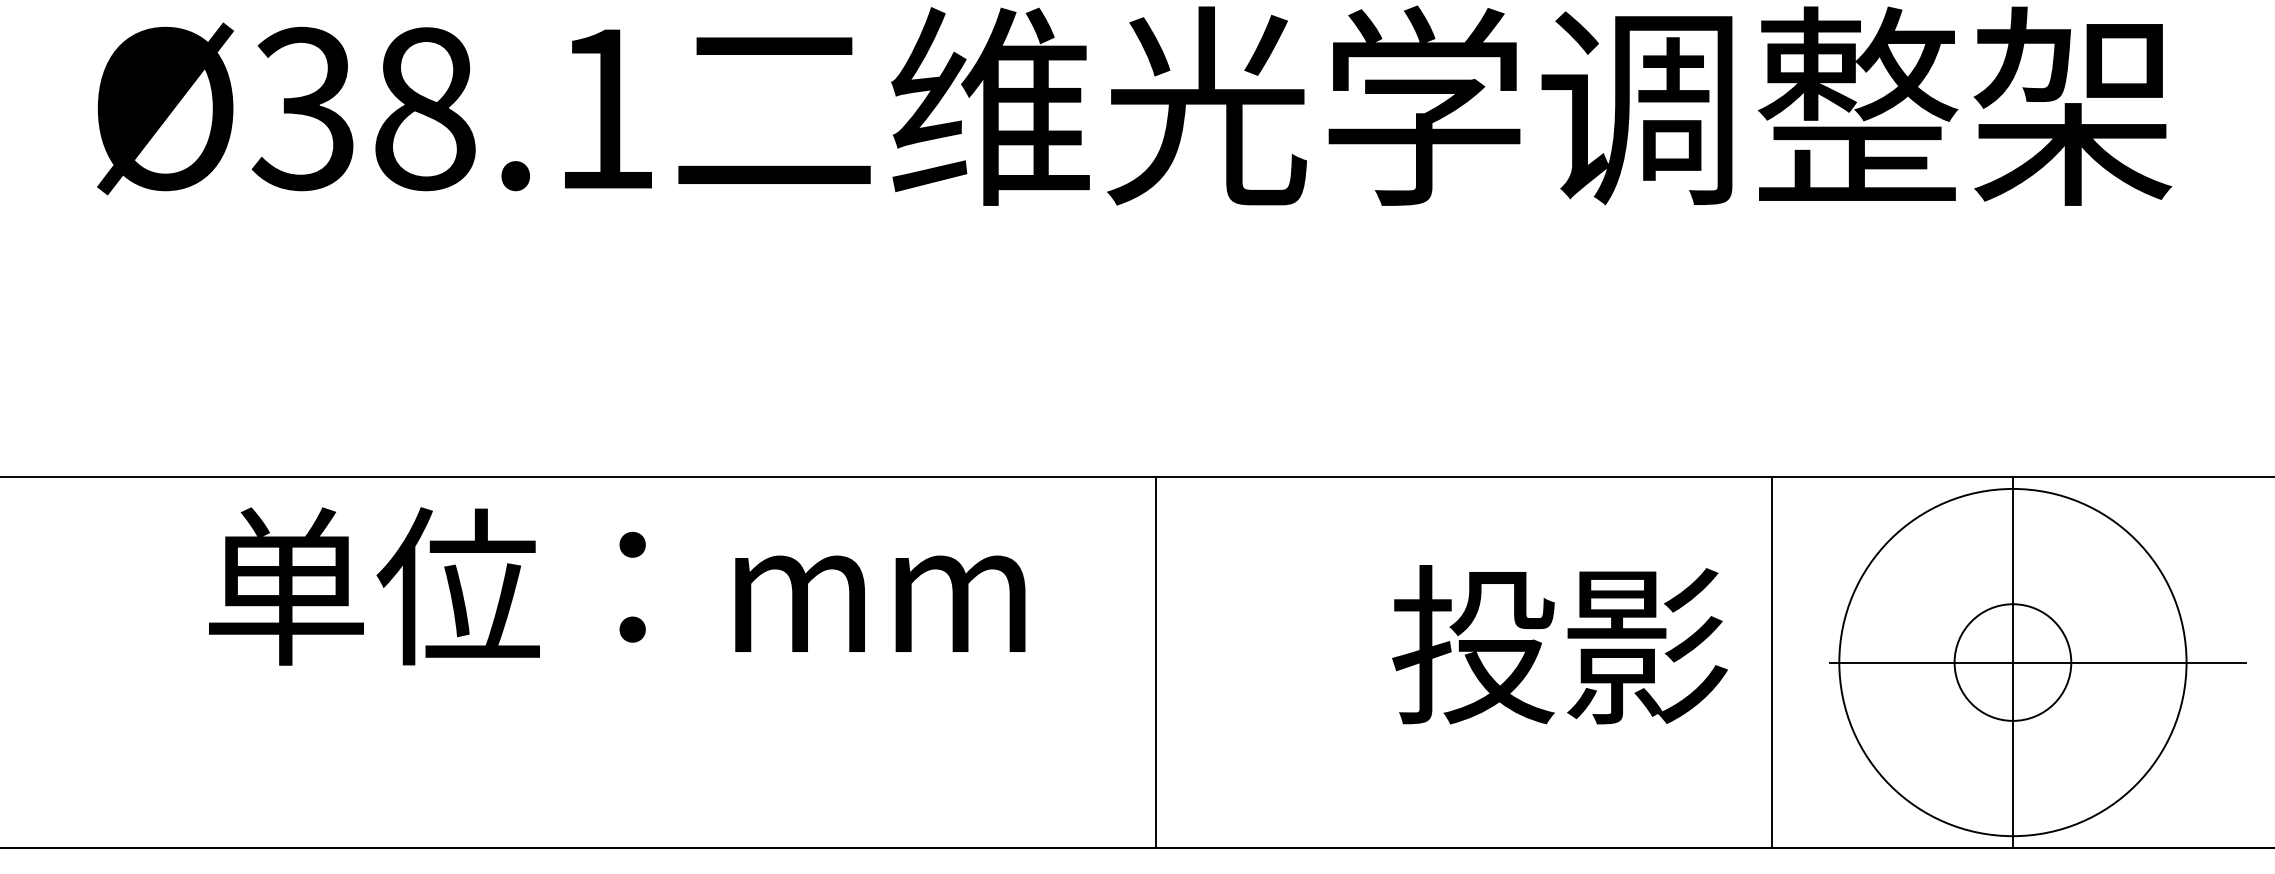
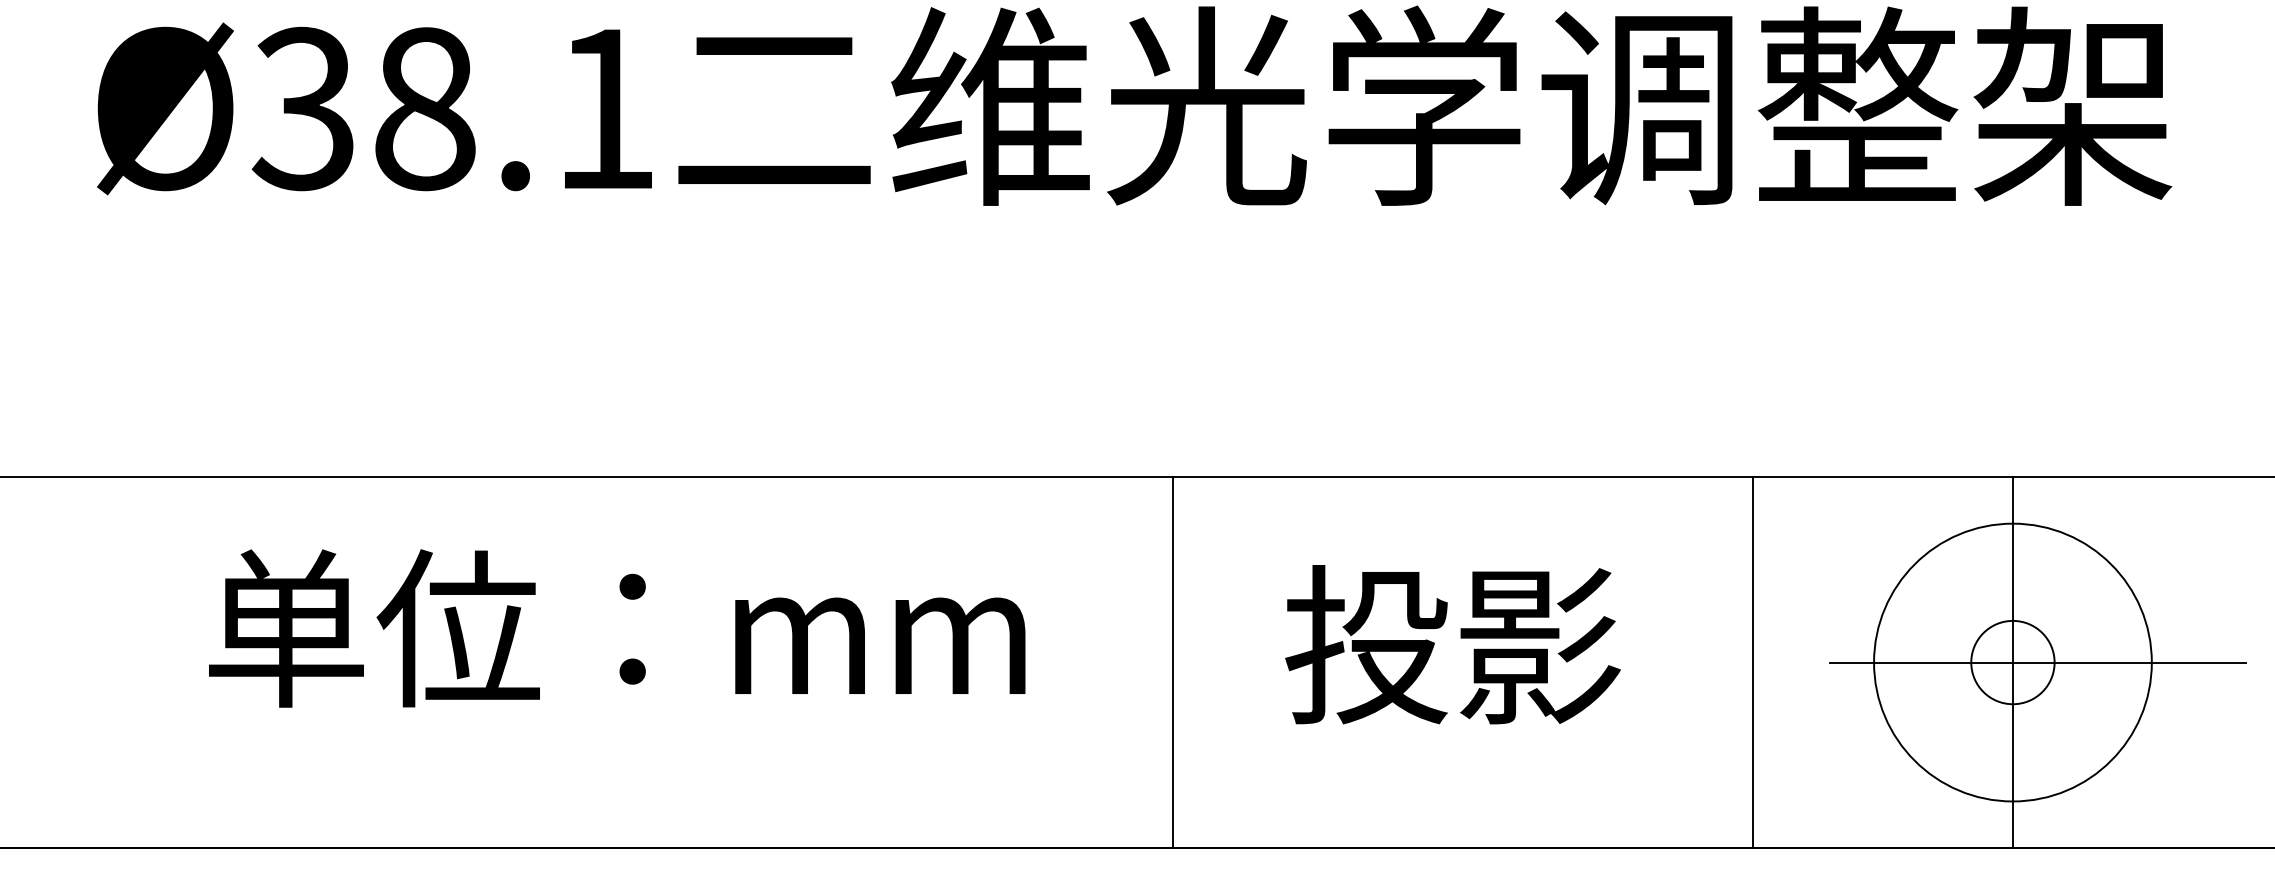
text at (617, 586) position: (617, 586) -> (617, 628)
text at (1559, 644) position: (1559, 644) -> (1452, 644)
line at (1155, 662) position: (1155, 662) -> (1172, 662)
line at (1771, 662) position: (1771, 662) -> (1752, 662)
circle at (2012, 662) diameter: 117 px -> 83 px
circle at (2012, 662) diameter: 347 px -> 278 px
